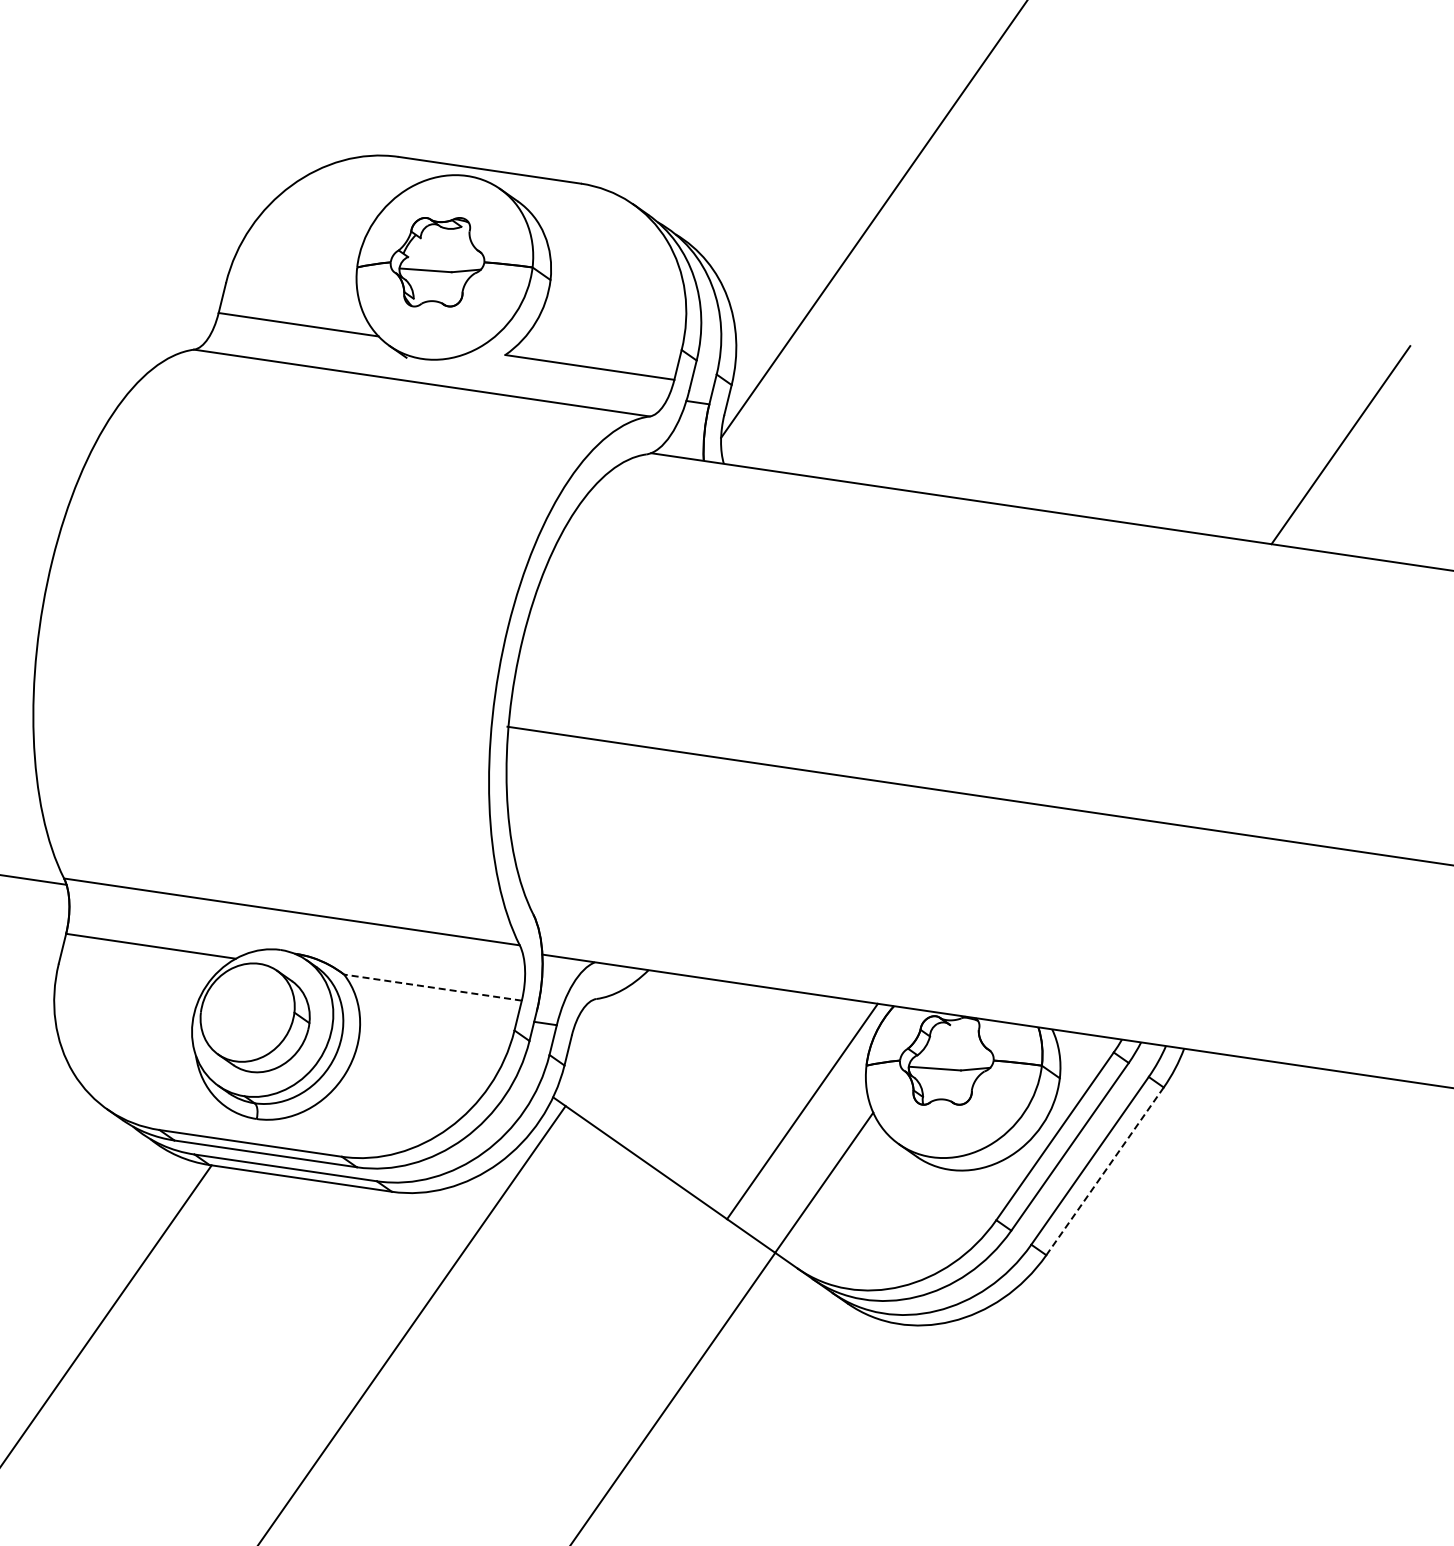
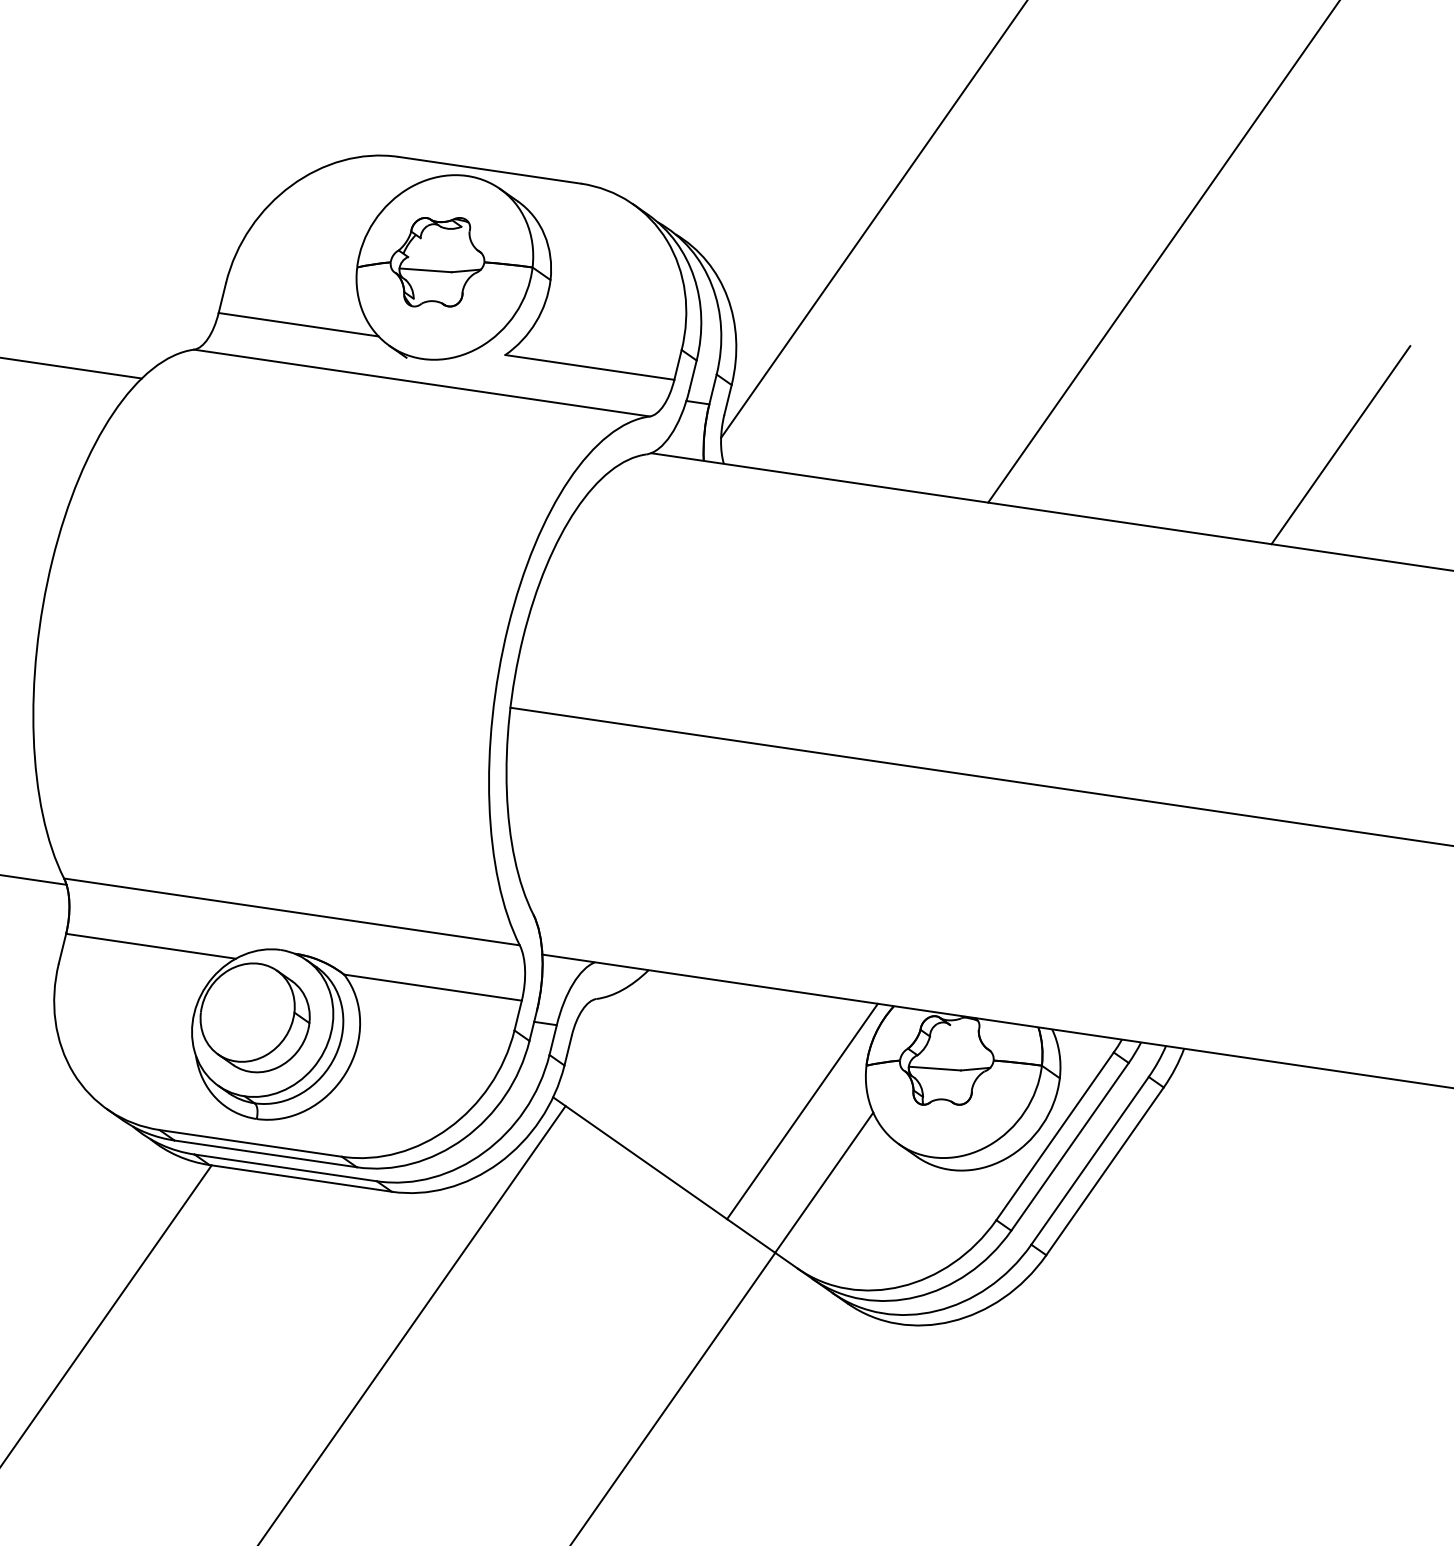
line at (1163, 252): none -> present
line at (71, 368): none -> present
line at (978, 795) position: (978, 795) -> (980, 776)
line at (432, 987): dashed -> solid
line at (1104, 1171): dashed -> solid
